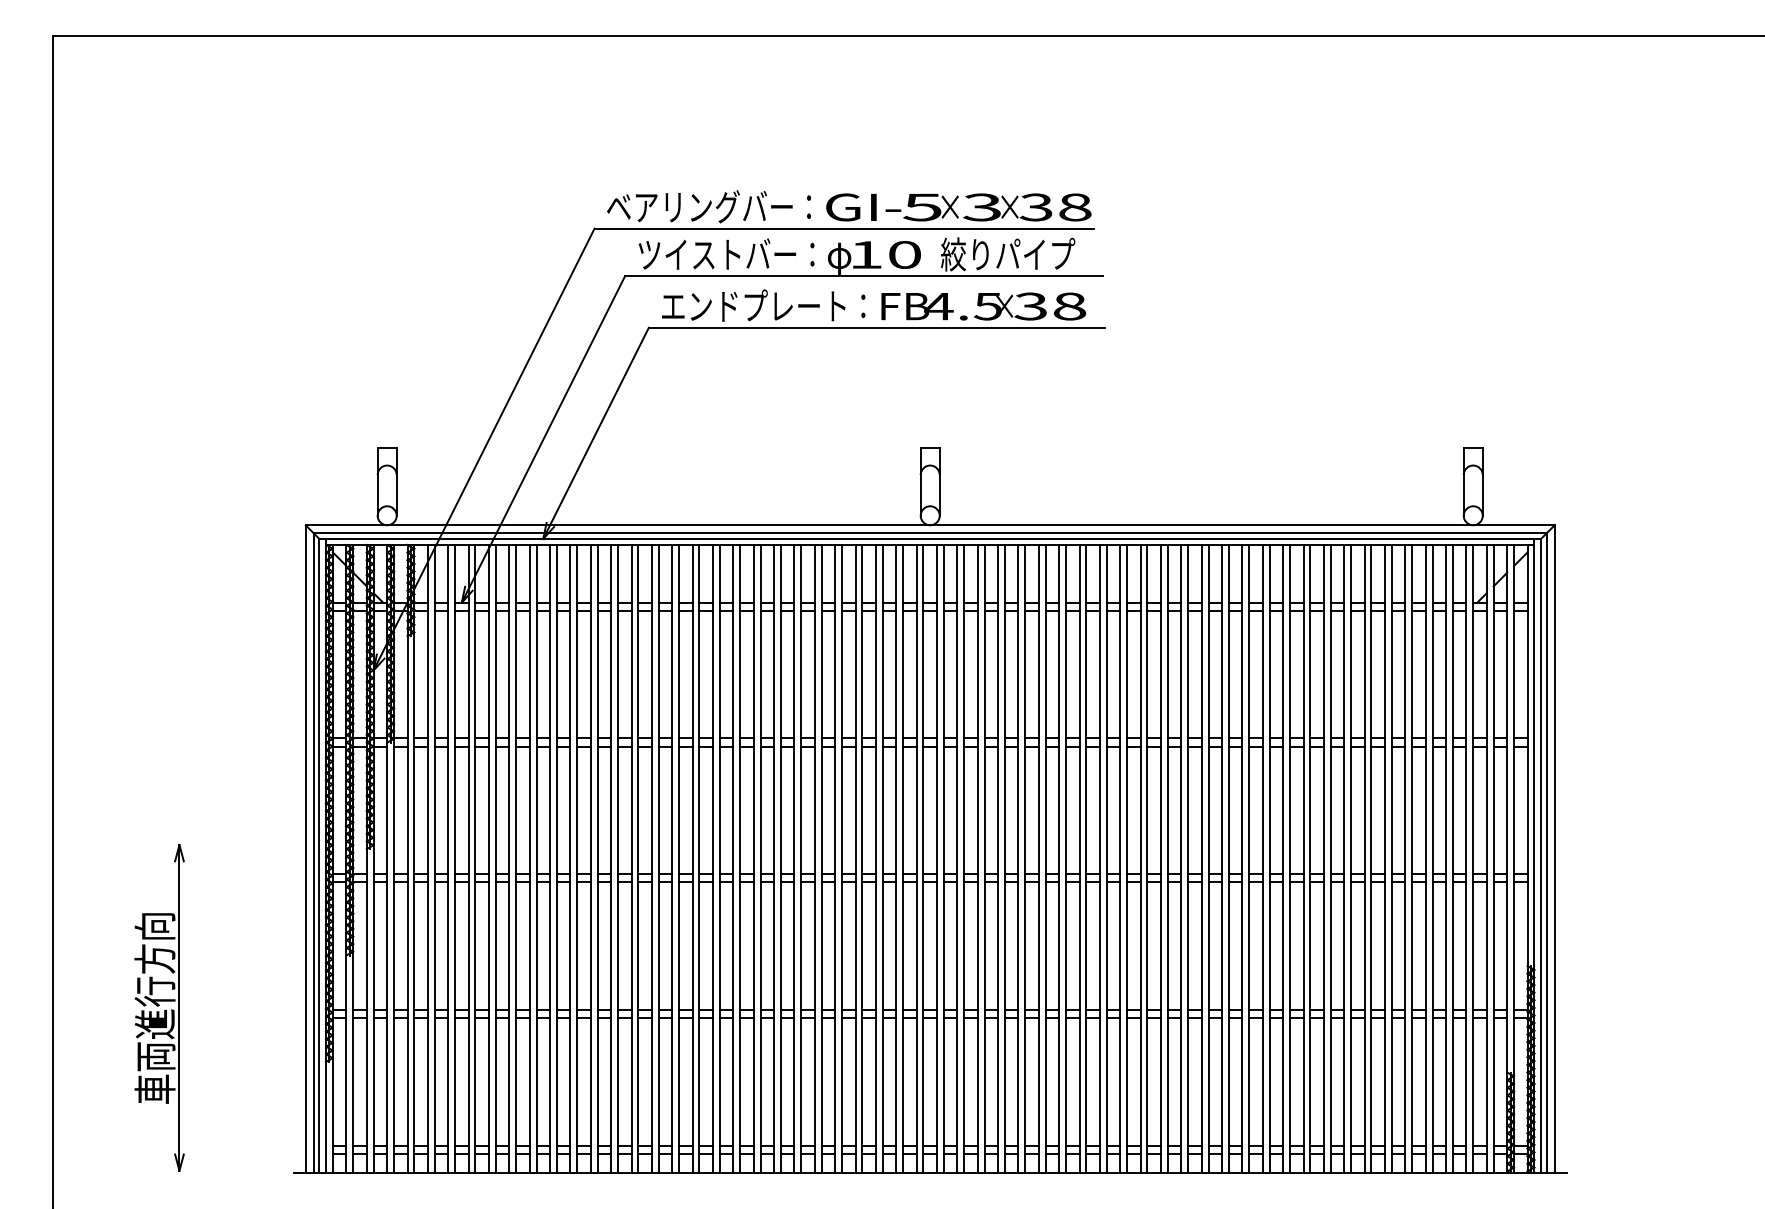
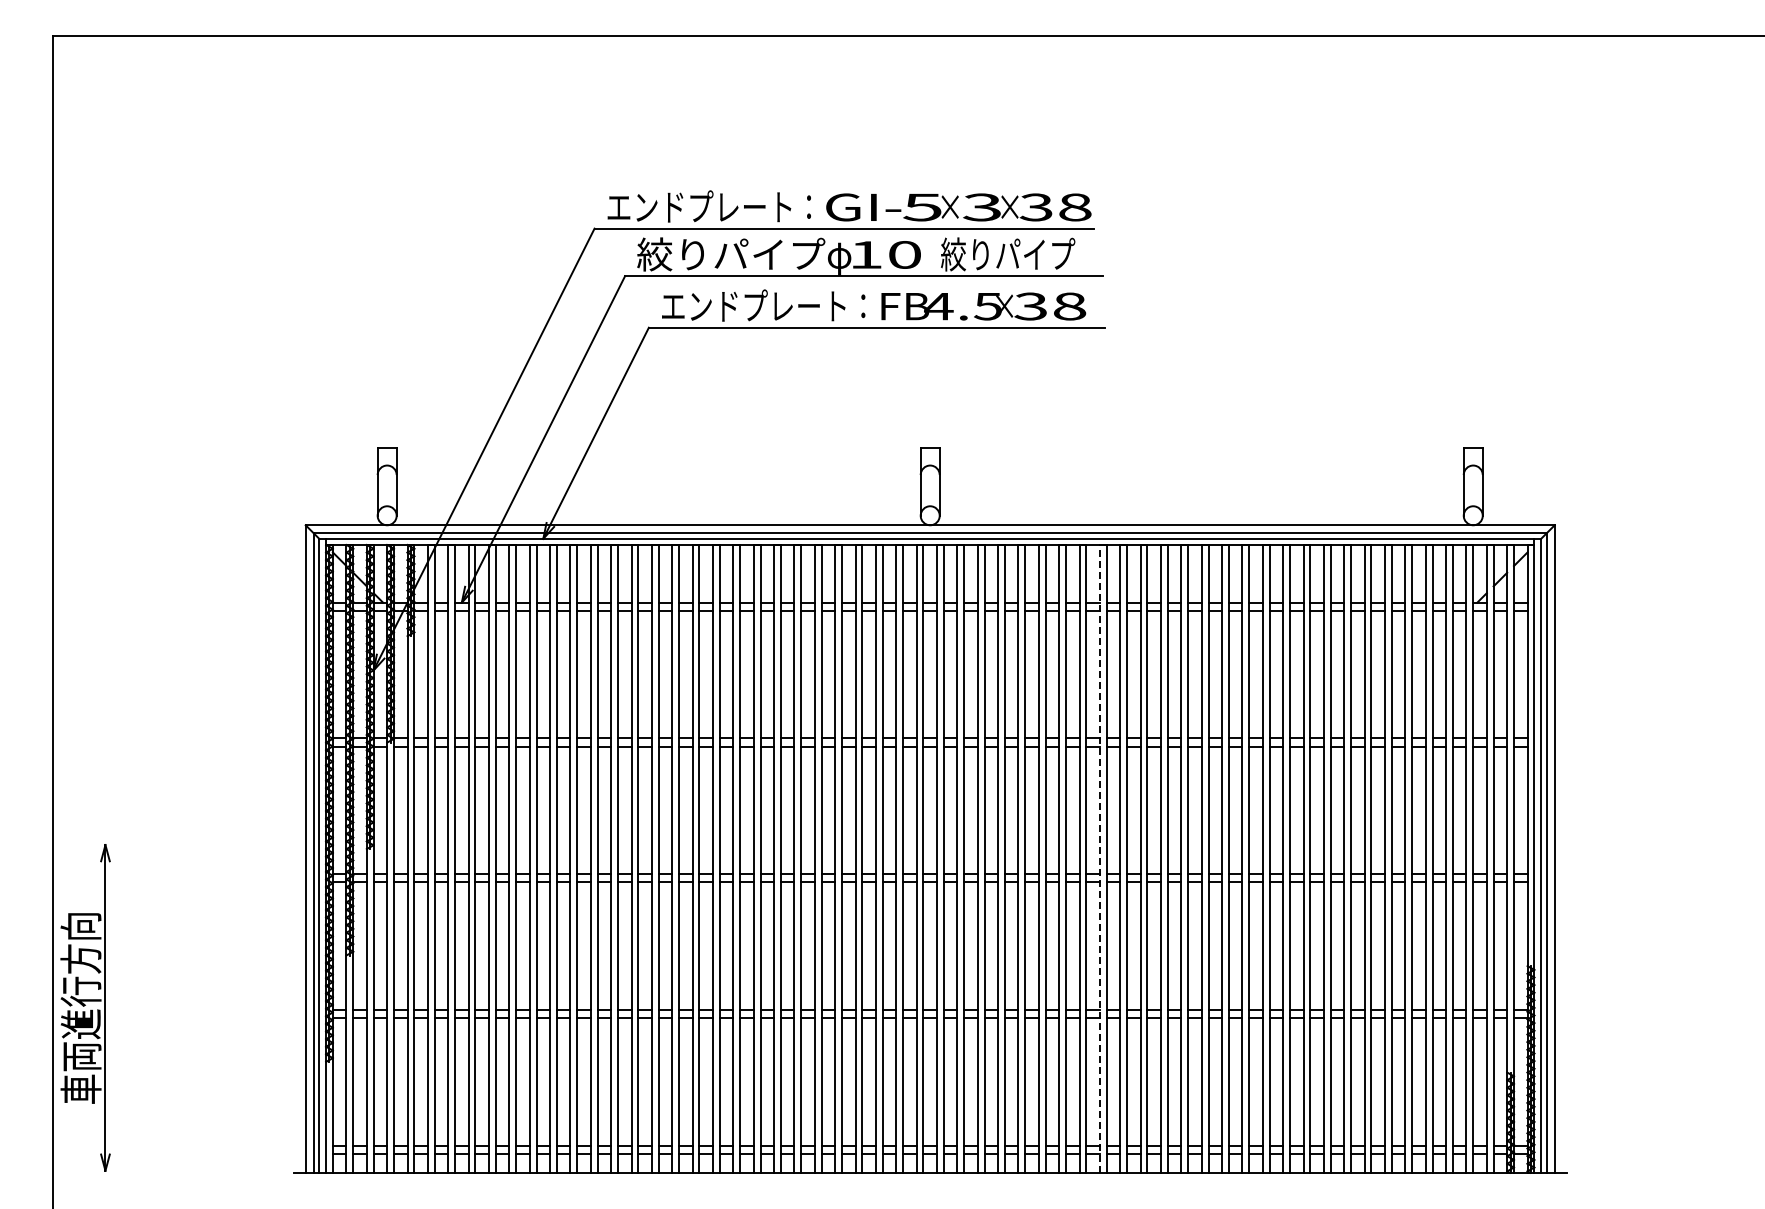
text at (699, 206): ベアリングバー： -> エンドプレート：
text at (731, 254): ツイストバー： -> 絞りパイプ
line at (1099, 858): solid -> dashed
part at (159, 1007) position: (159, 1007) -> (85, 1007)
